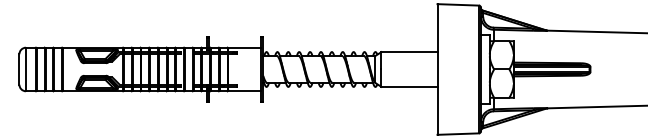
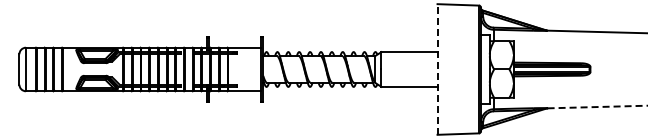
line at (437, 68): solid -> dashed
line at (597, 107): solid -> dashed
